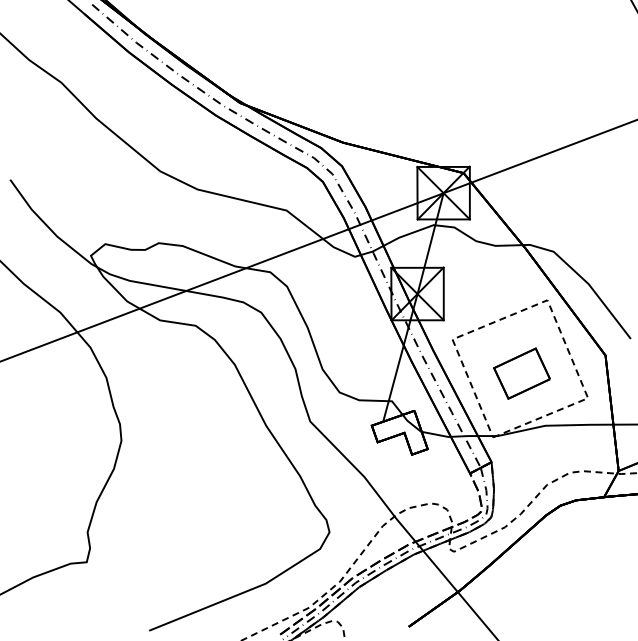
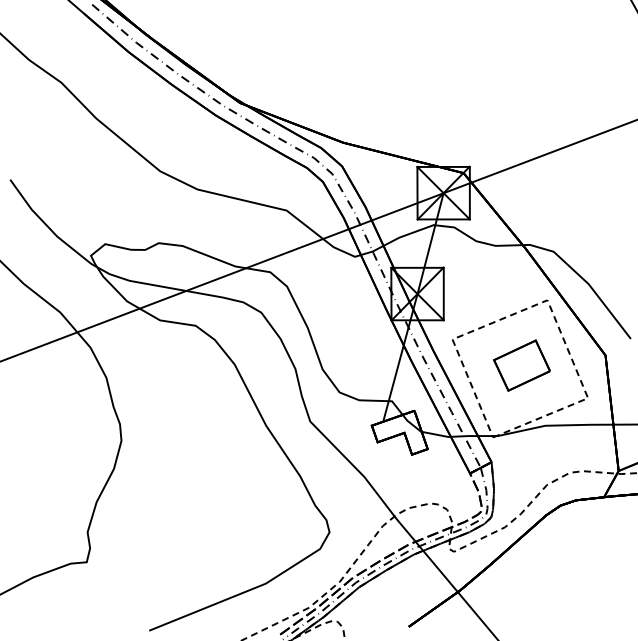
part at (521, 373) position: (521, 373) -> (521, 365)
